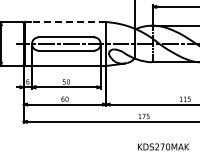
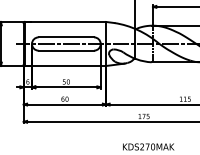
line at (65, 21): dashed -> solid
text at (163, 146) position: (163, 146) -> (148, 146)
